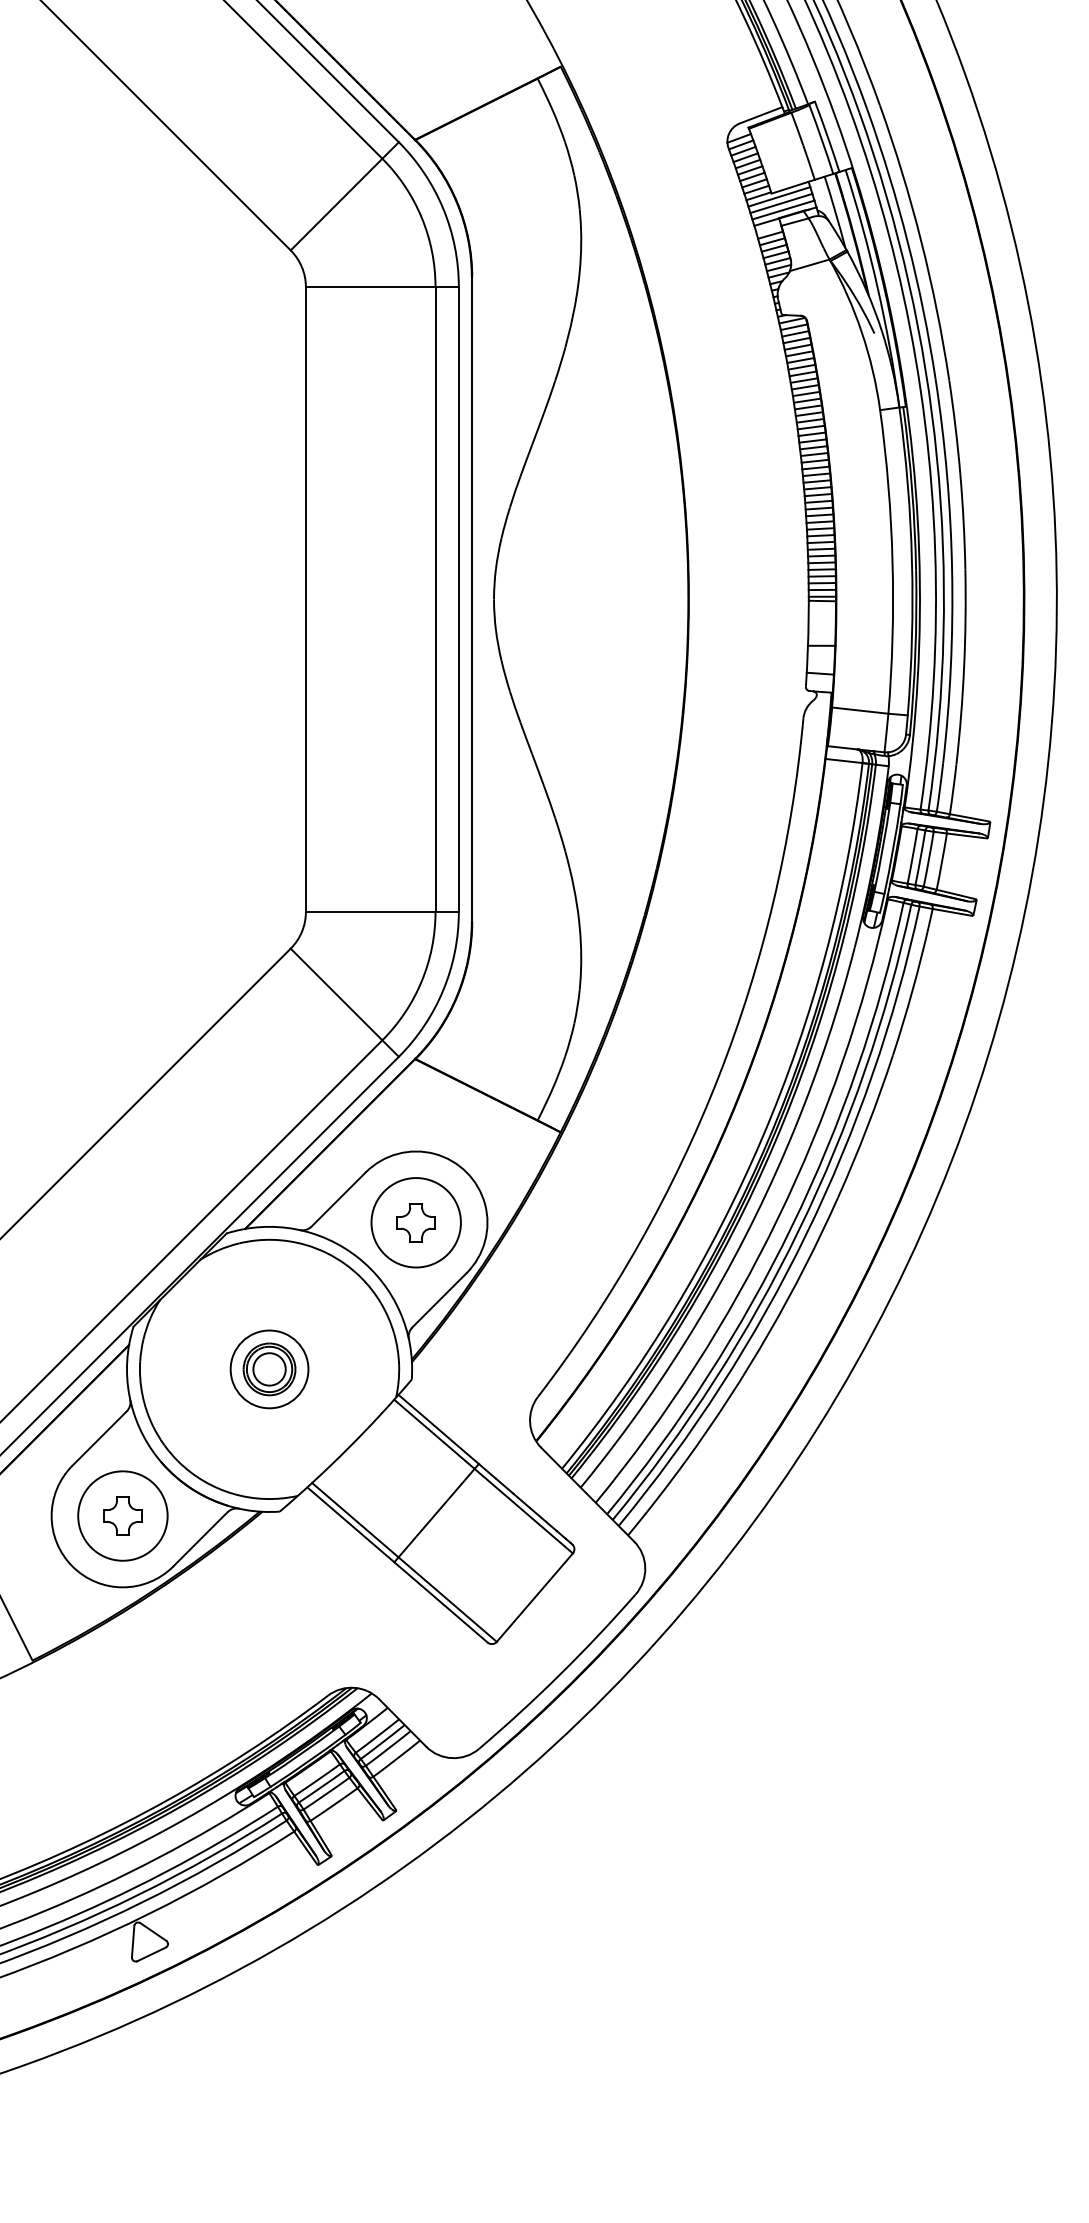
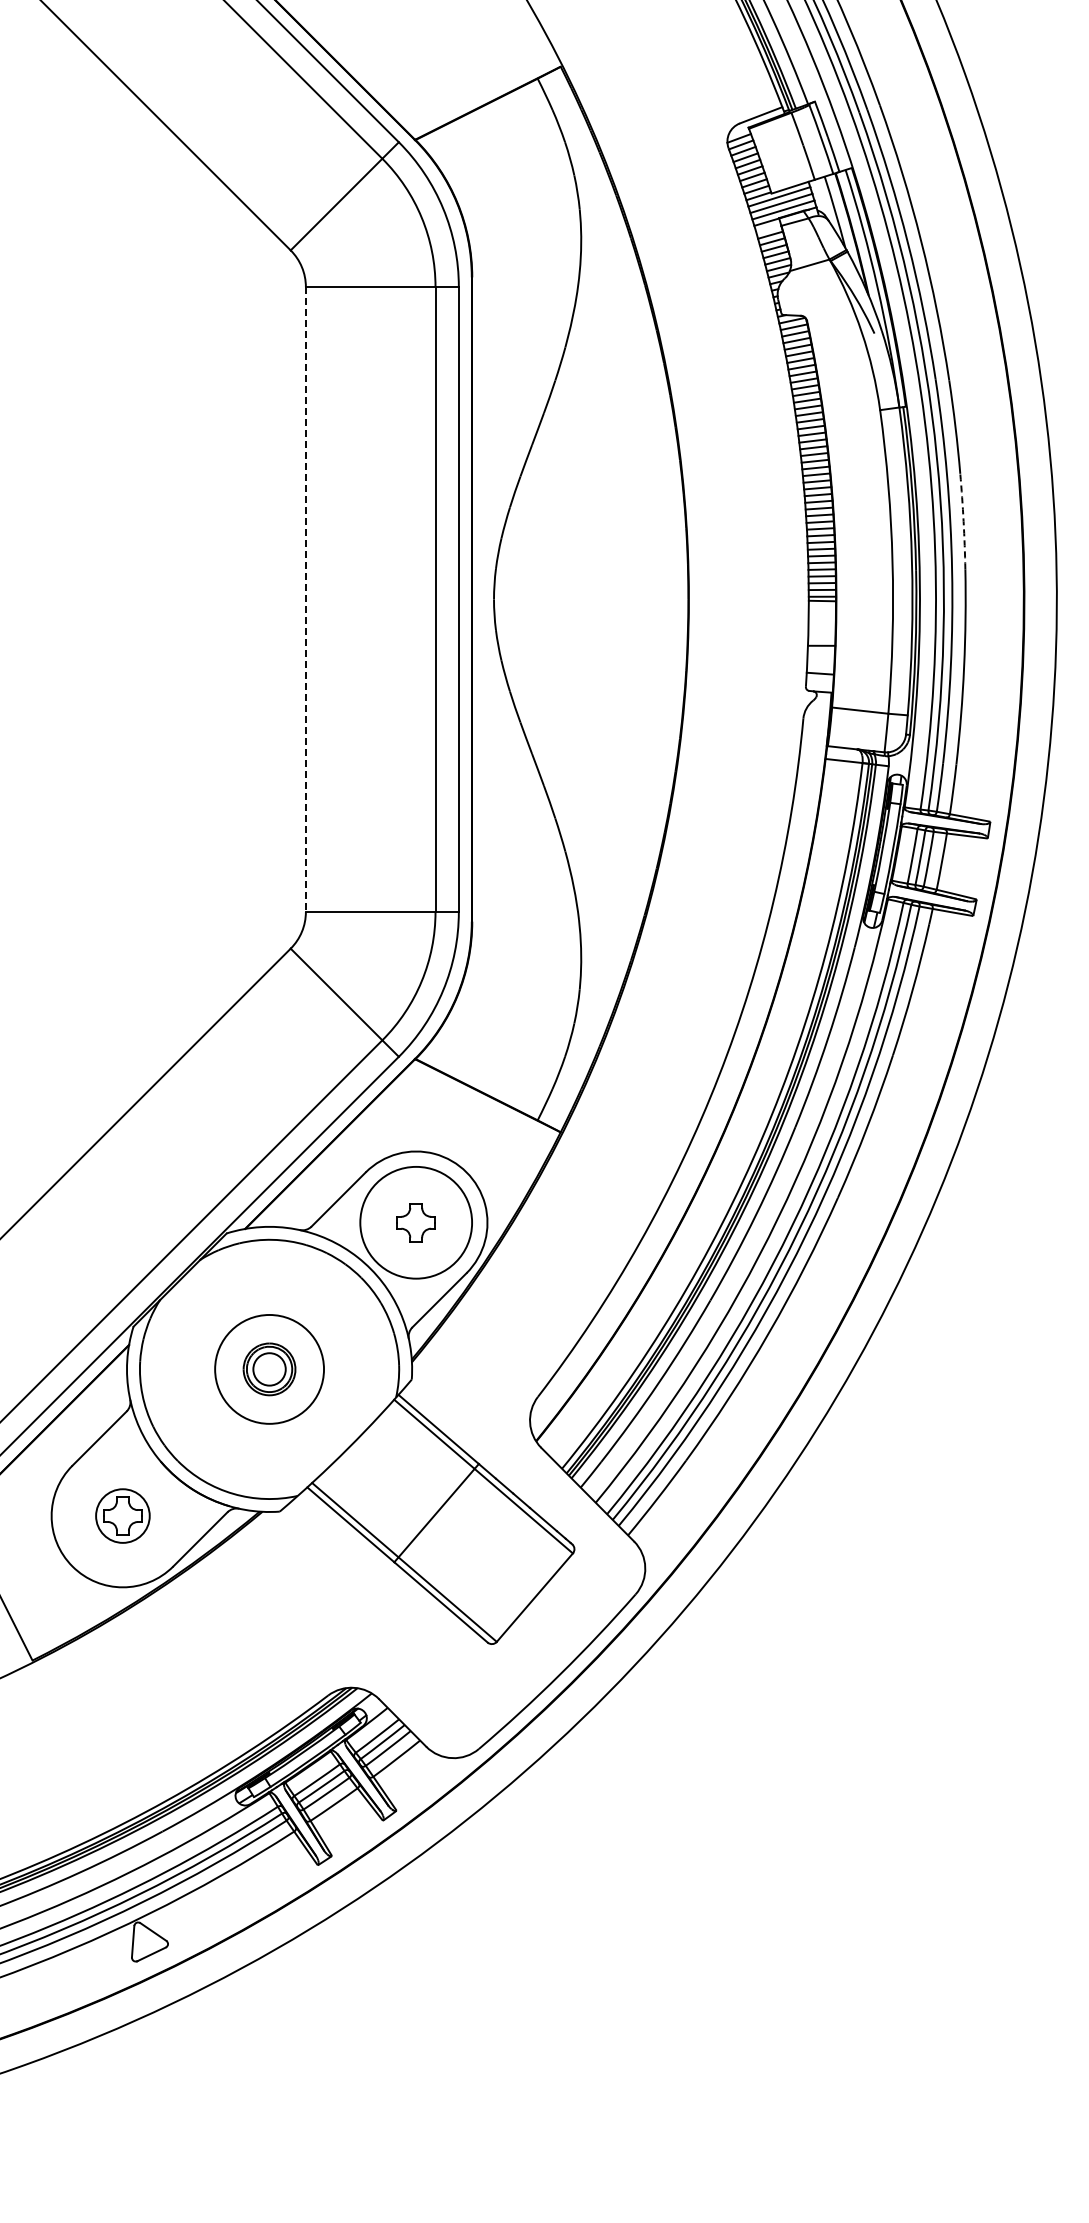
arc at (963, 521): solid -> dashed
line at (305, 600): solid -> dashed
circle at (415, 1222) diameter: 89 px -> 112 px
circle at (269, 1369) diameter: 78 px -> 109 px
circle at (122, 1515) diameter: 89 px -> 54 px
